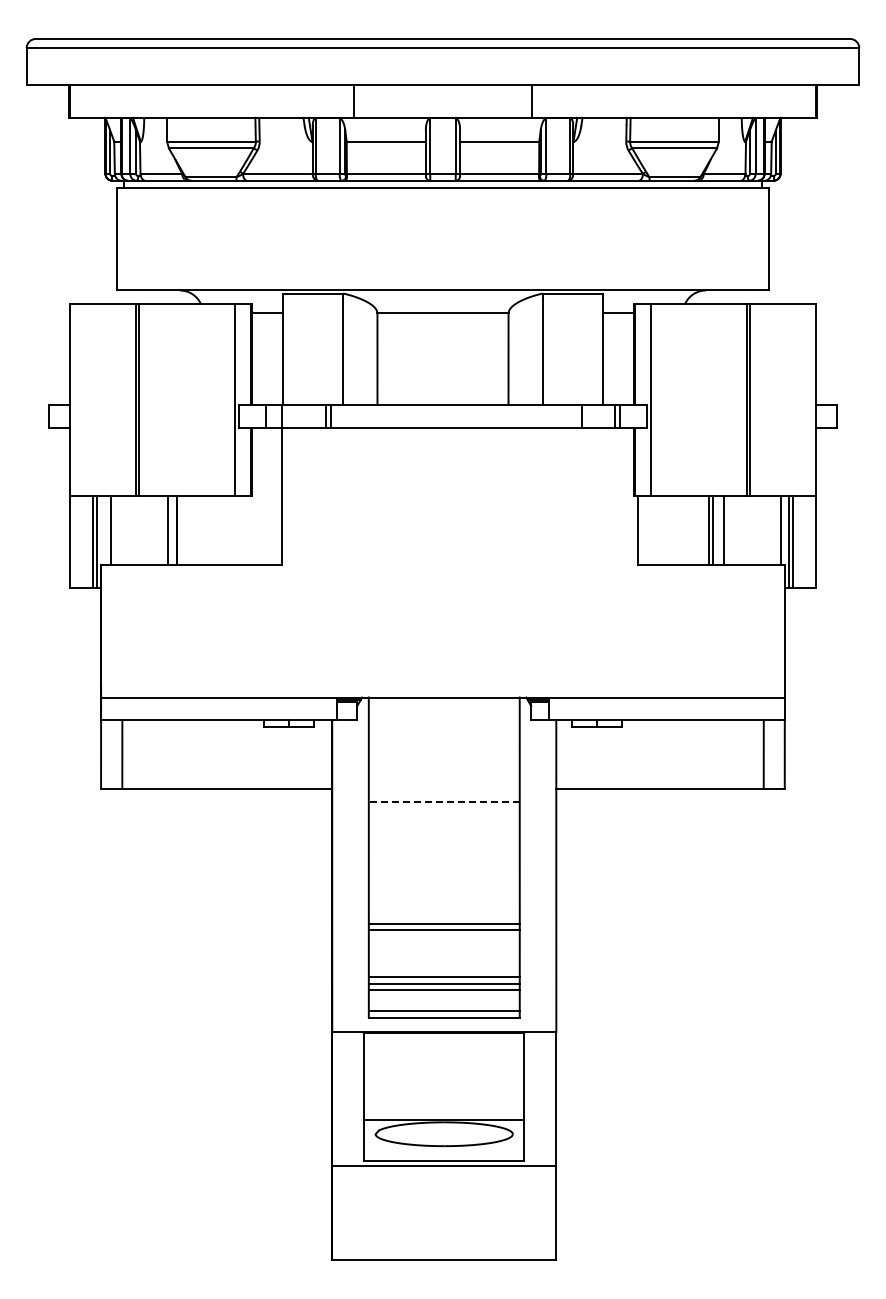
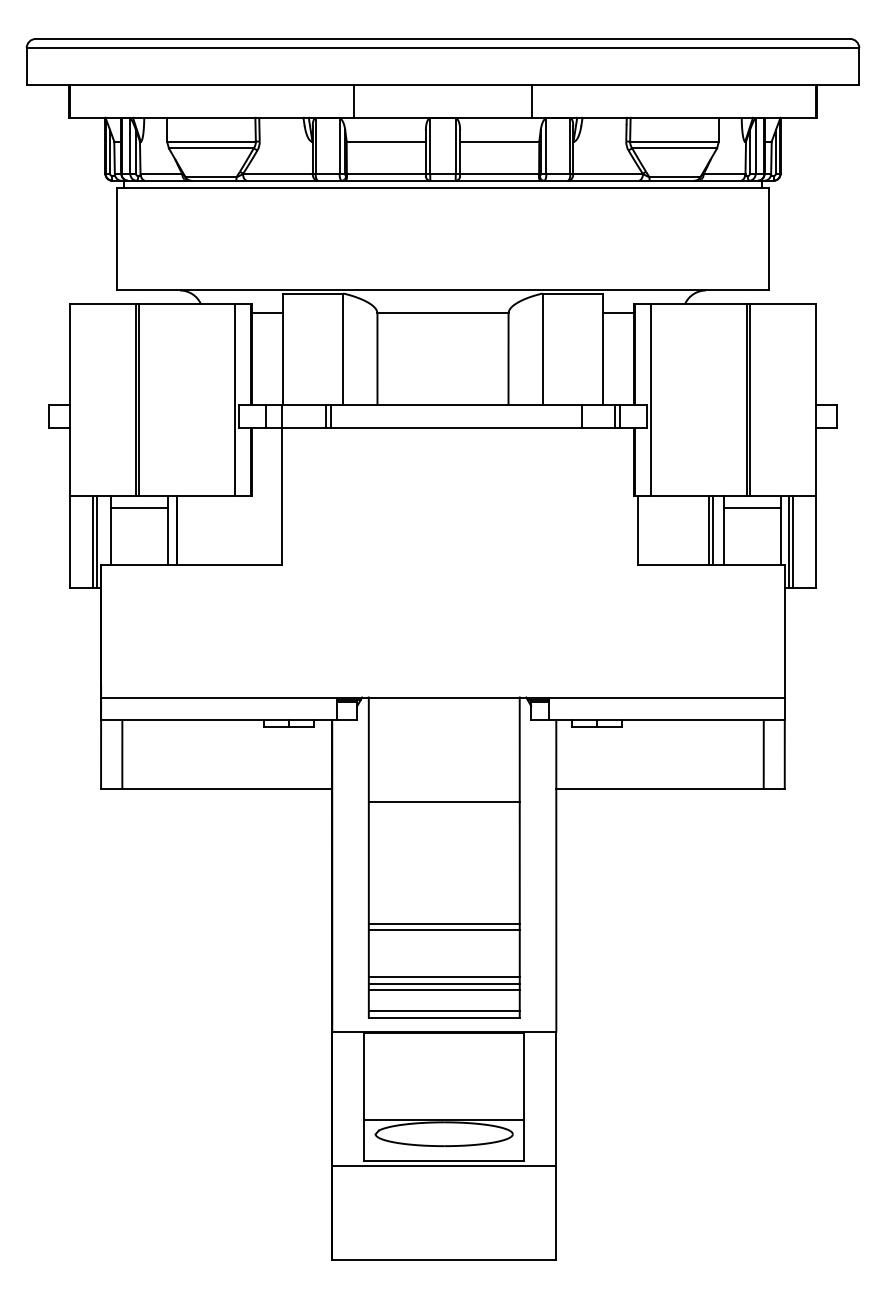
line at (138, 507): none -> present
line at (752, 507): none -> present
line at (443, 801): dashed -> solid
